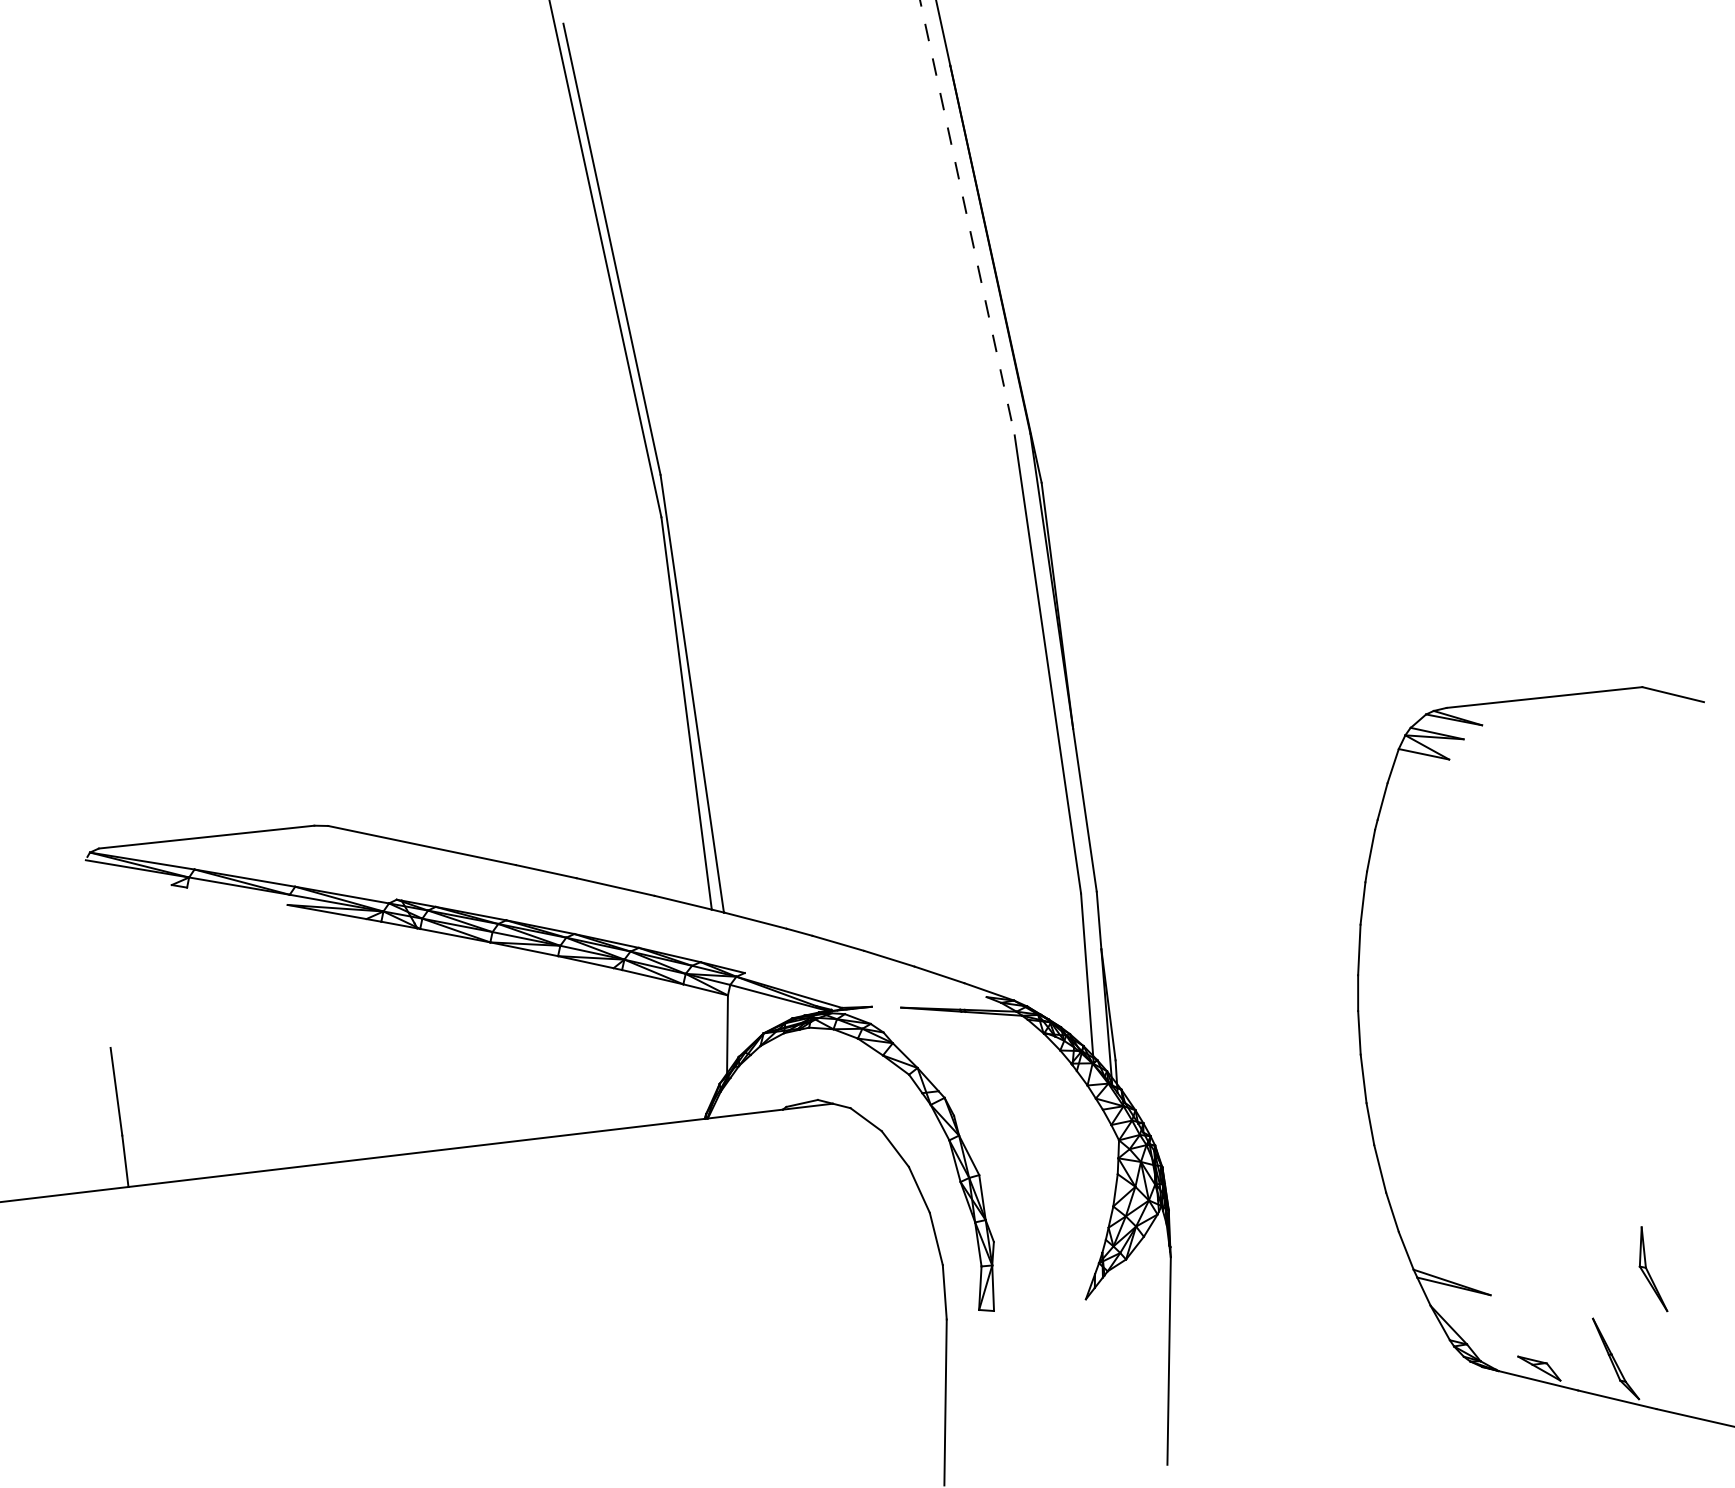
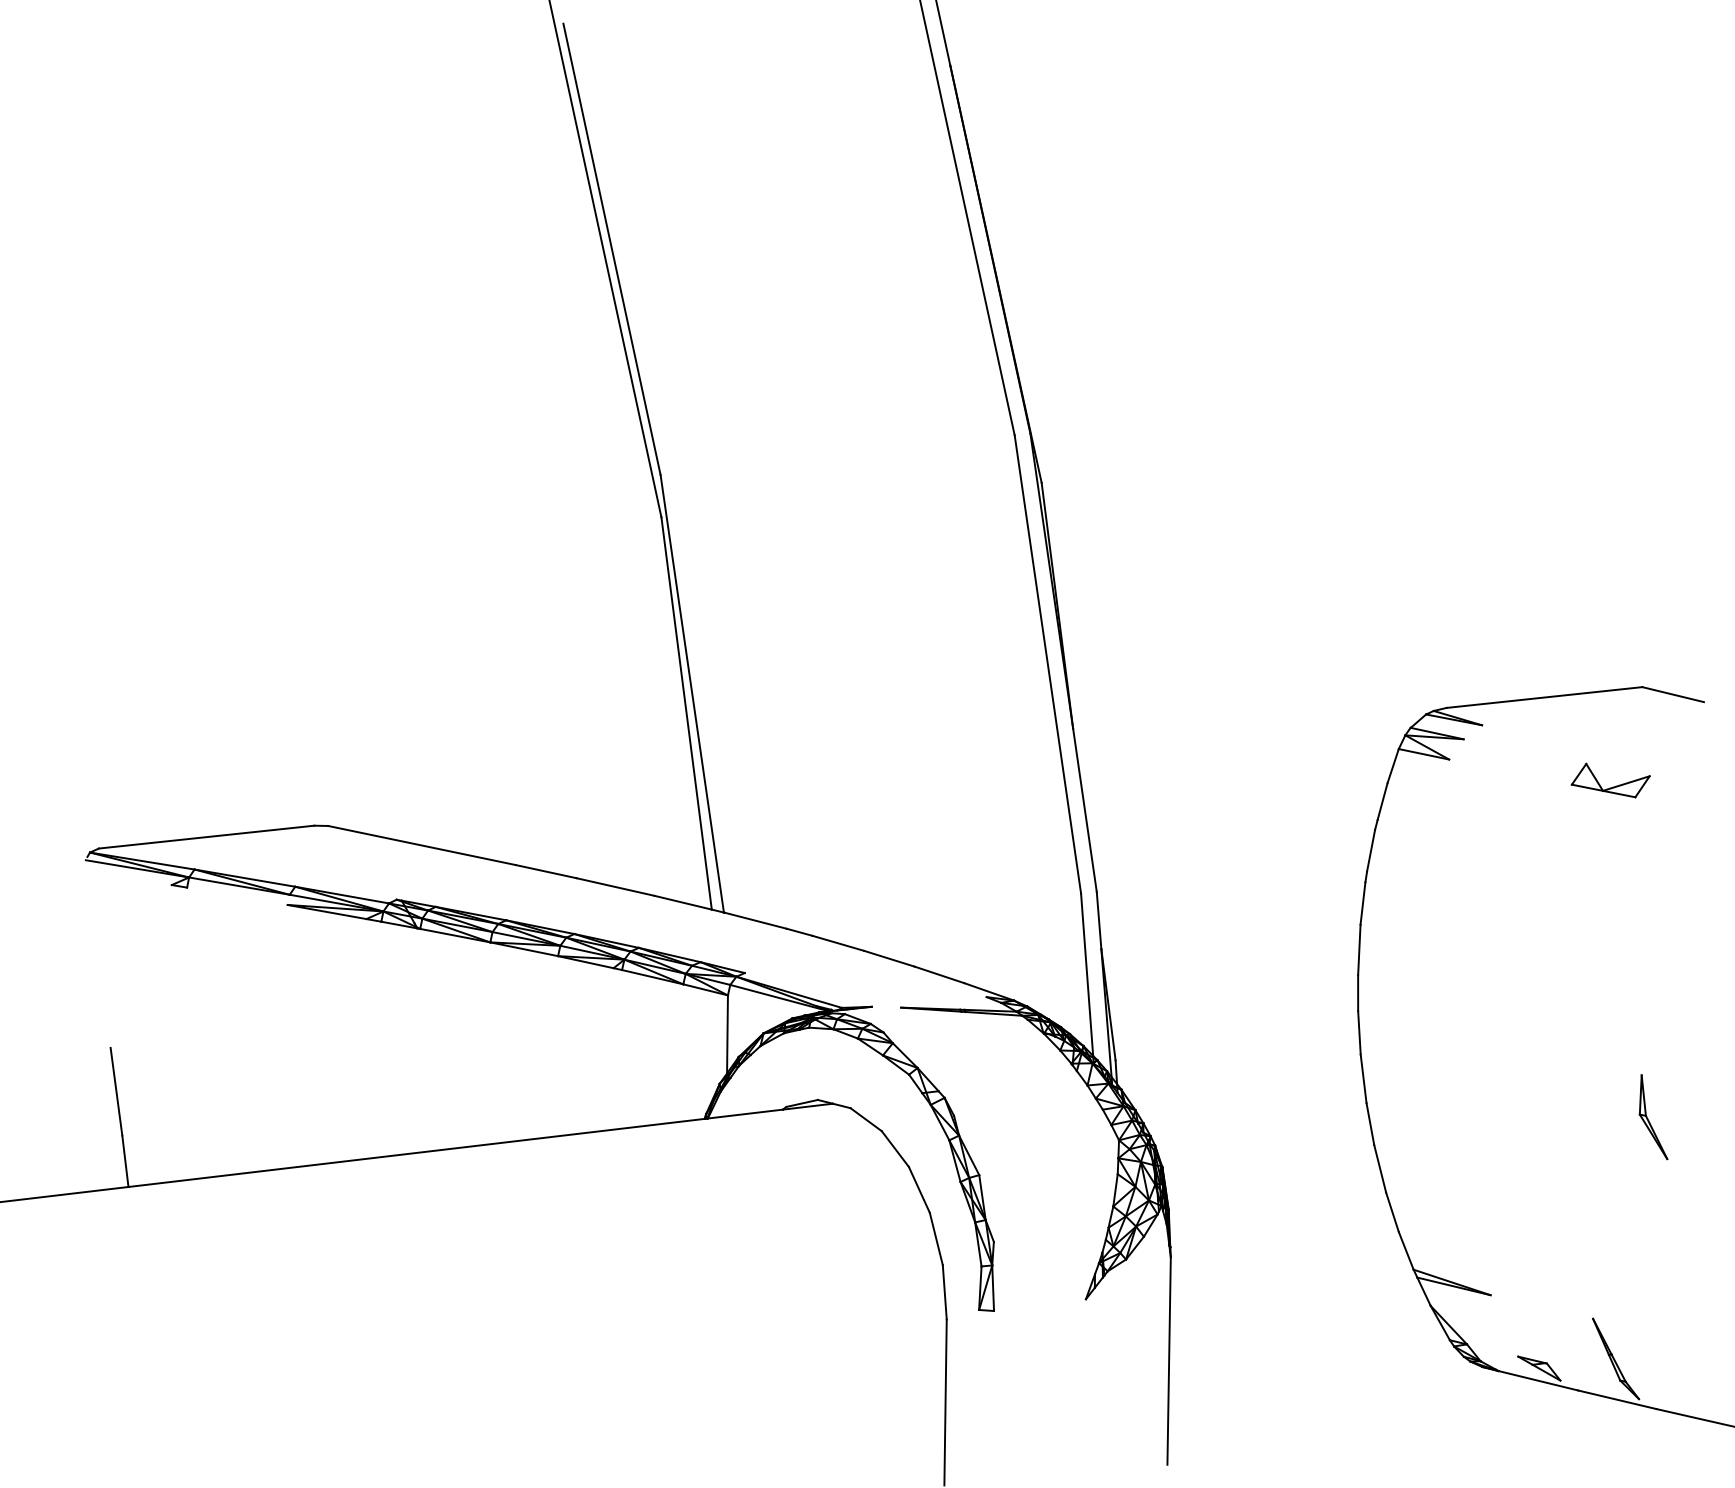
line at (967, 217): dashed -> solid
part at (1613, 786): none -> present
part at (1653, 1269) position: (1653, 1269) -> (1653, 1117)
